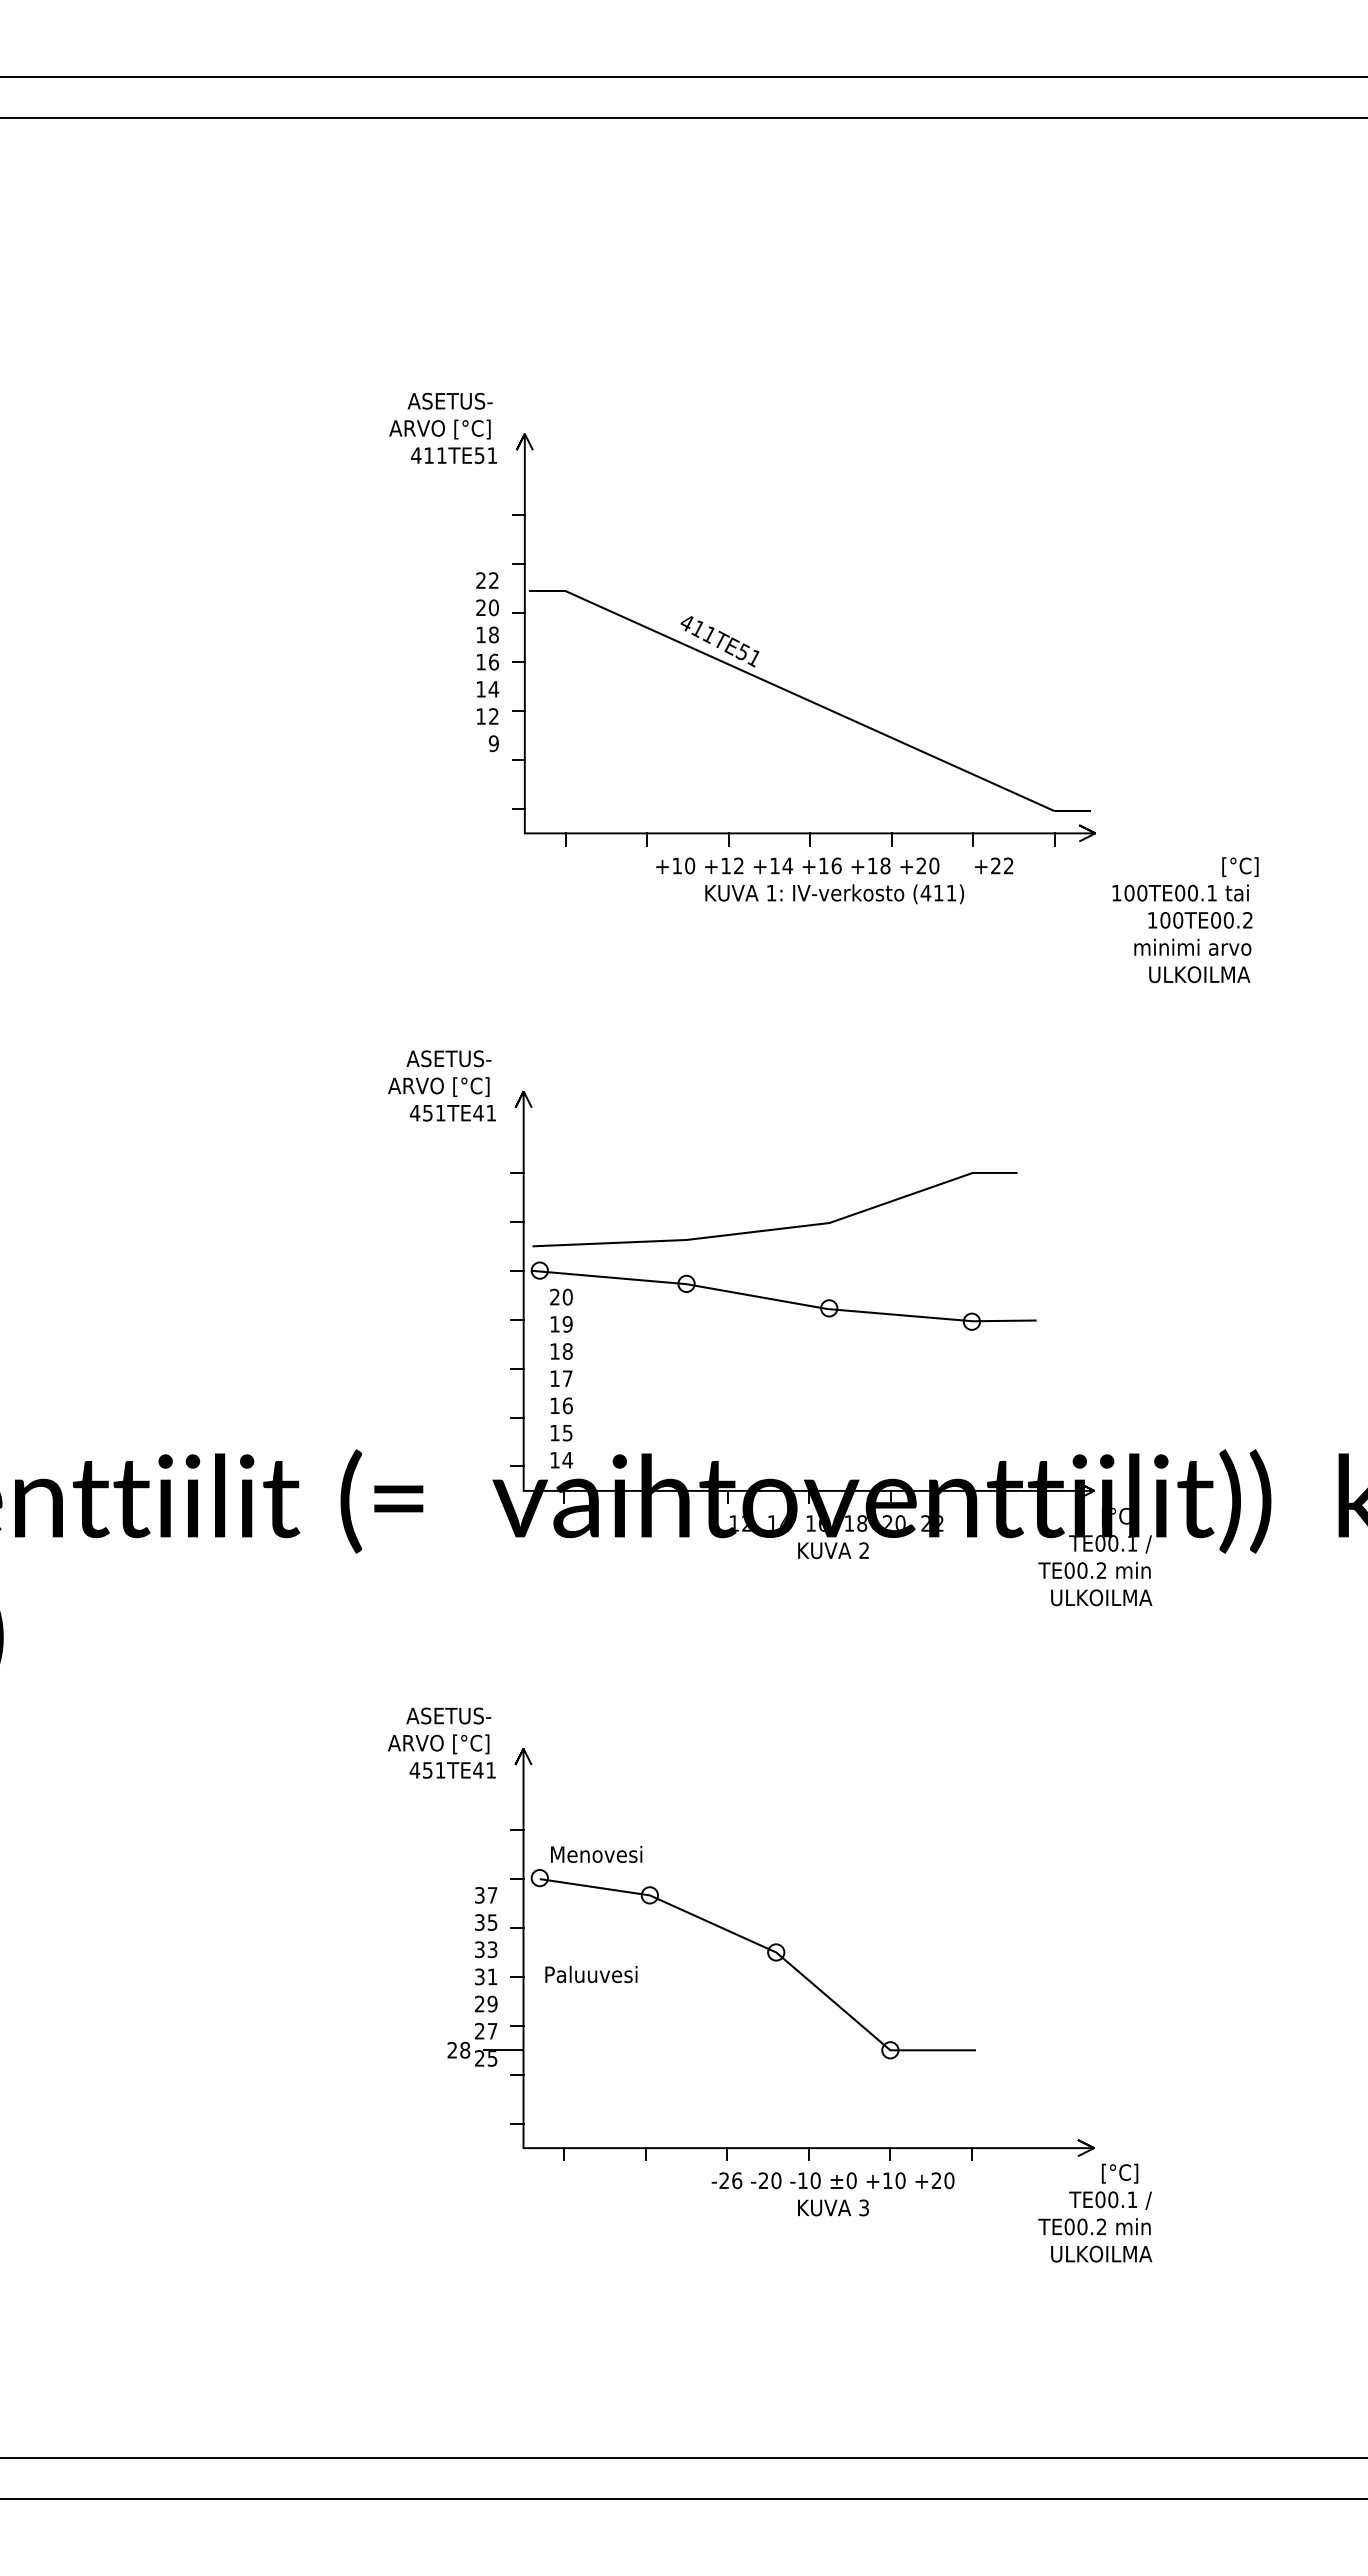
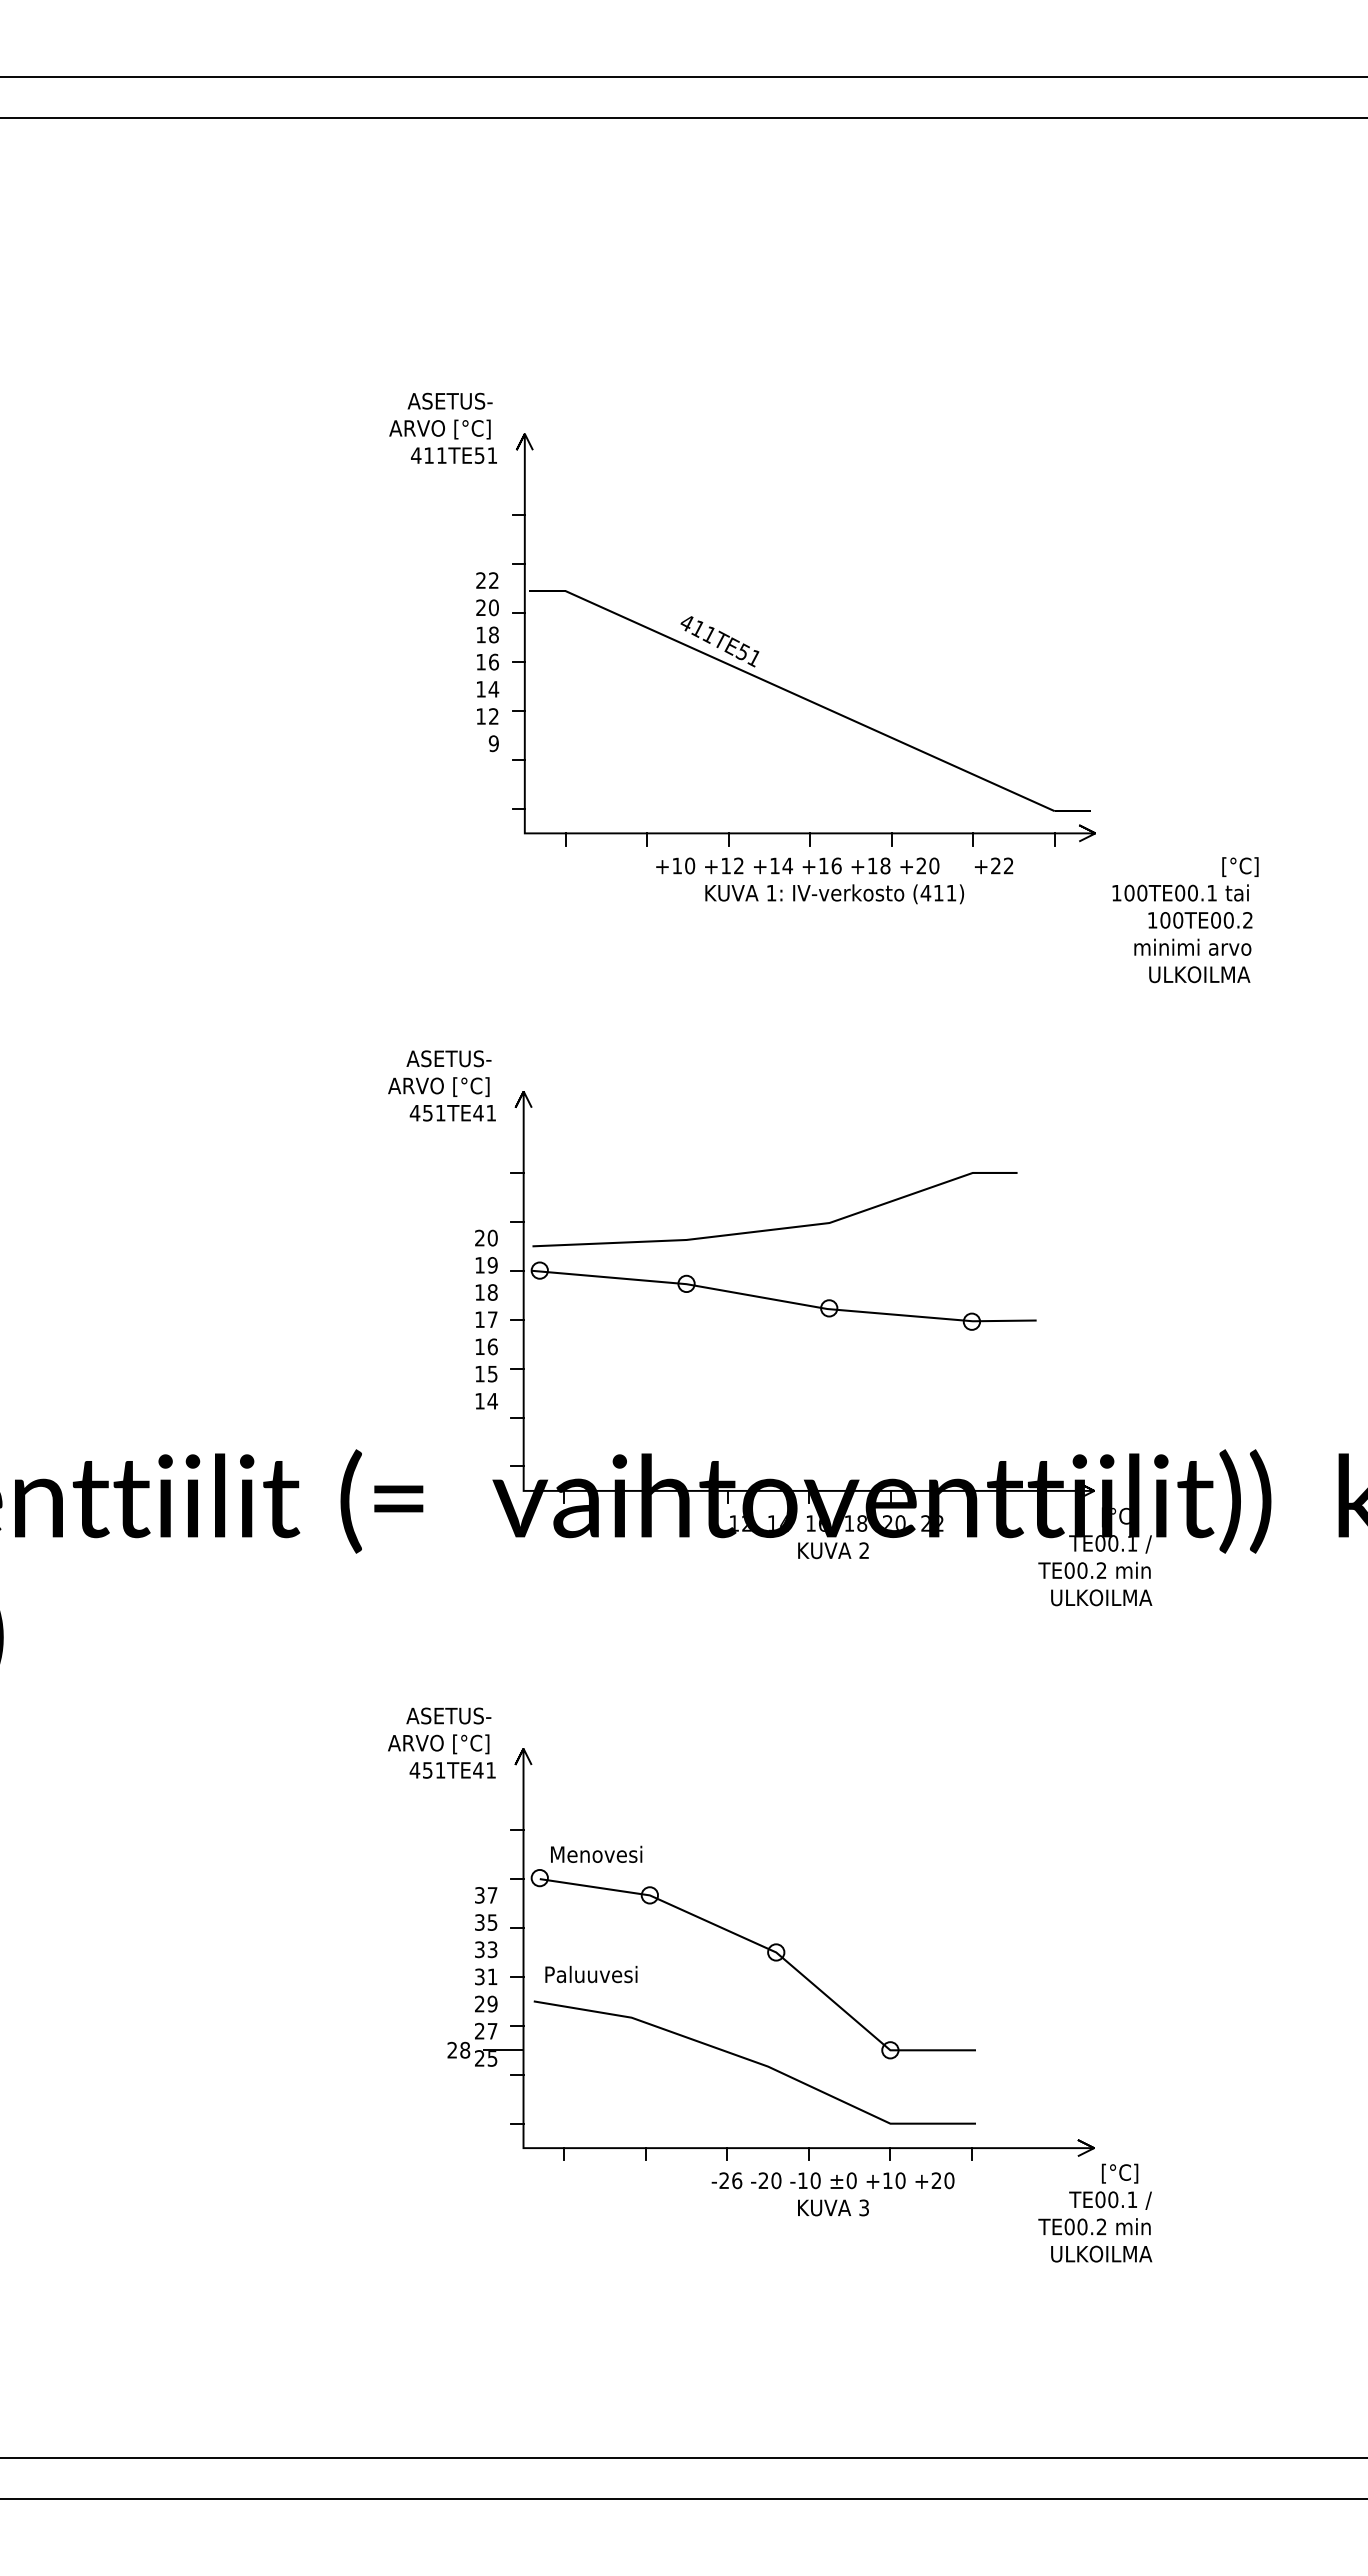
text at (561, 1378) position: (561, 1378) -> (486, 1319)
curve at (754, 2062): none -> present
